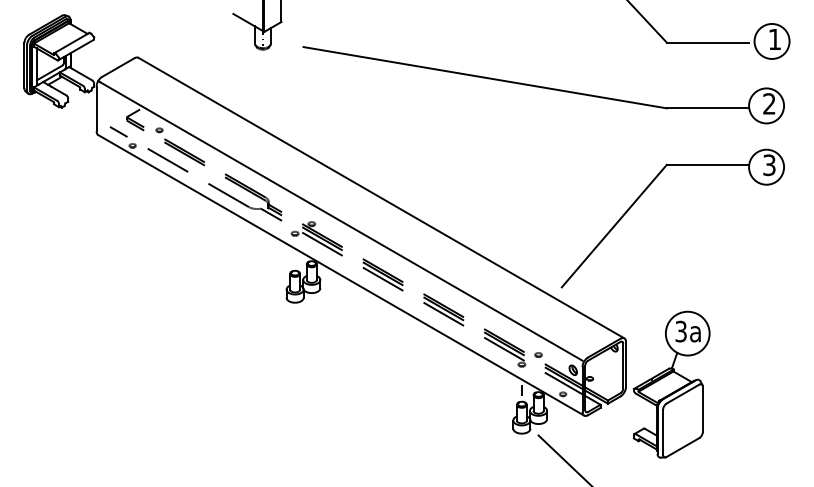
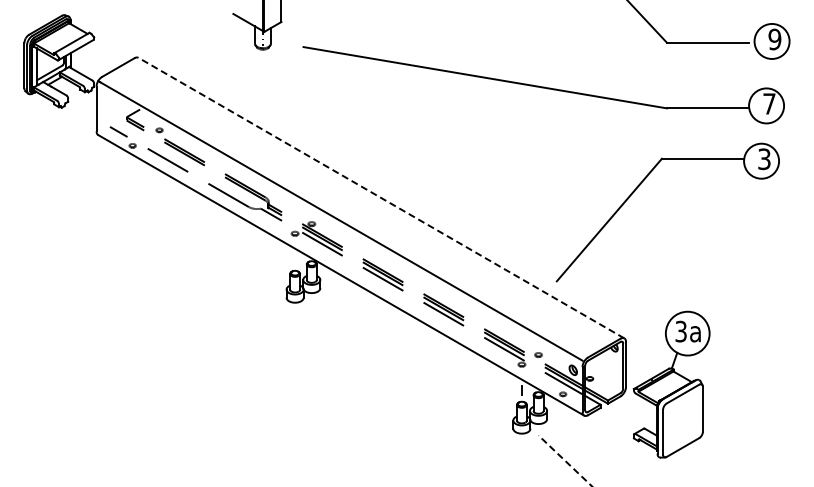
text at (774, 39): 1 -> 9
text at (769, 103): 2 -> 7
part at (645, 191) position: (645, 191) -> (640, 185)
line at (381, 198): solid -> dashed
line at (565, 460): solid -> dashed
